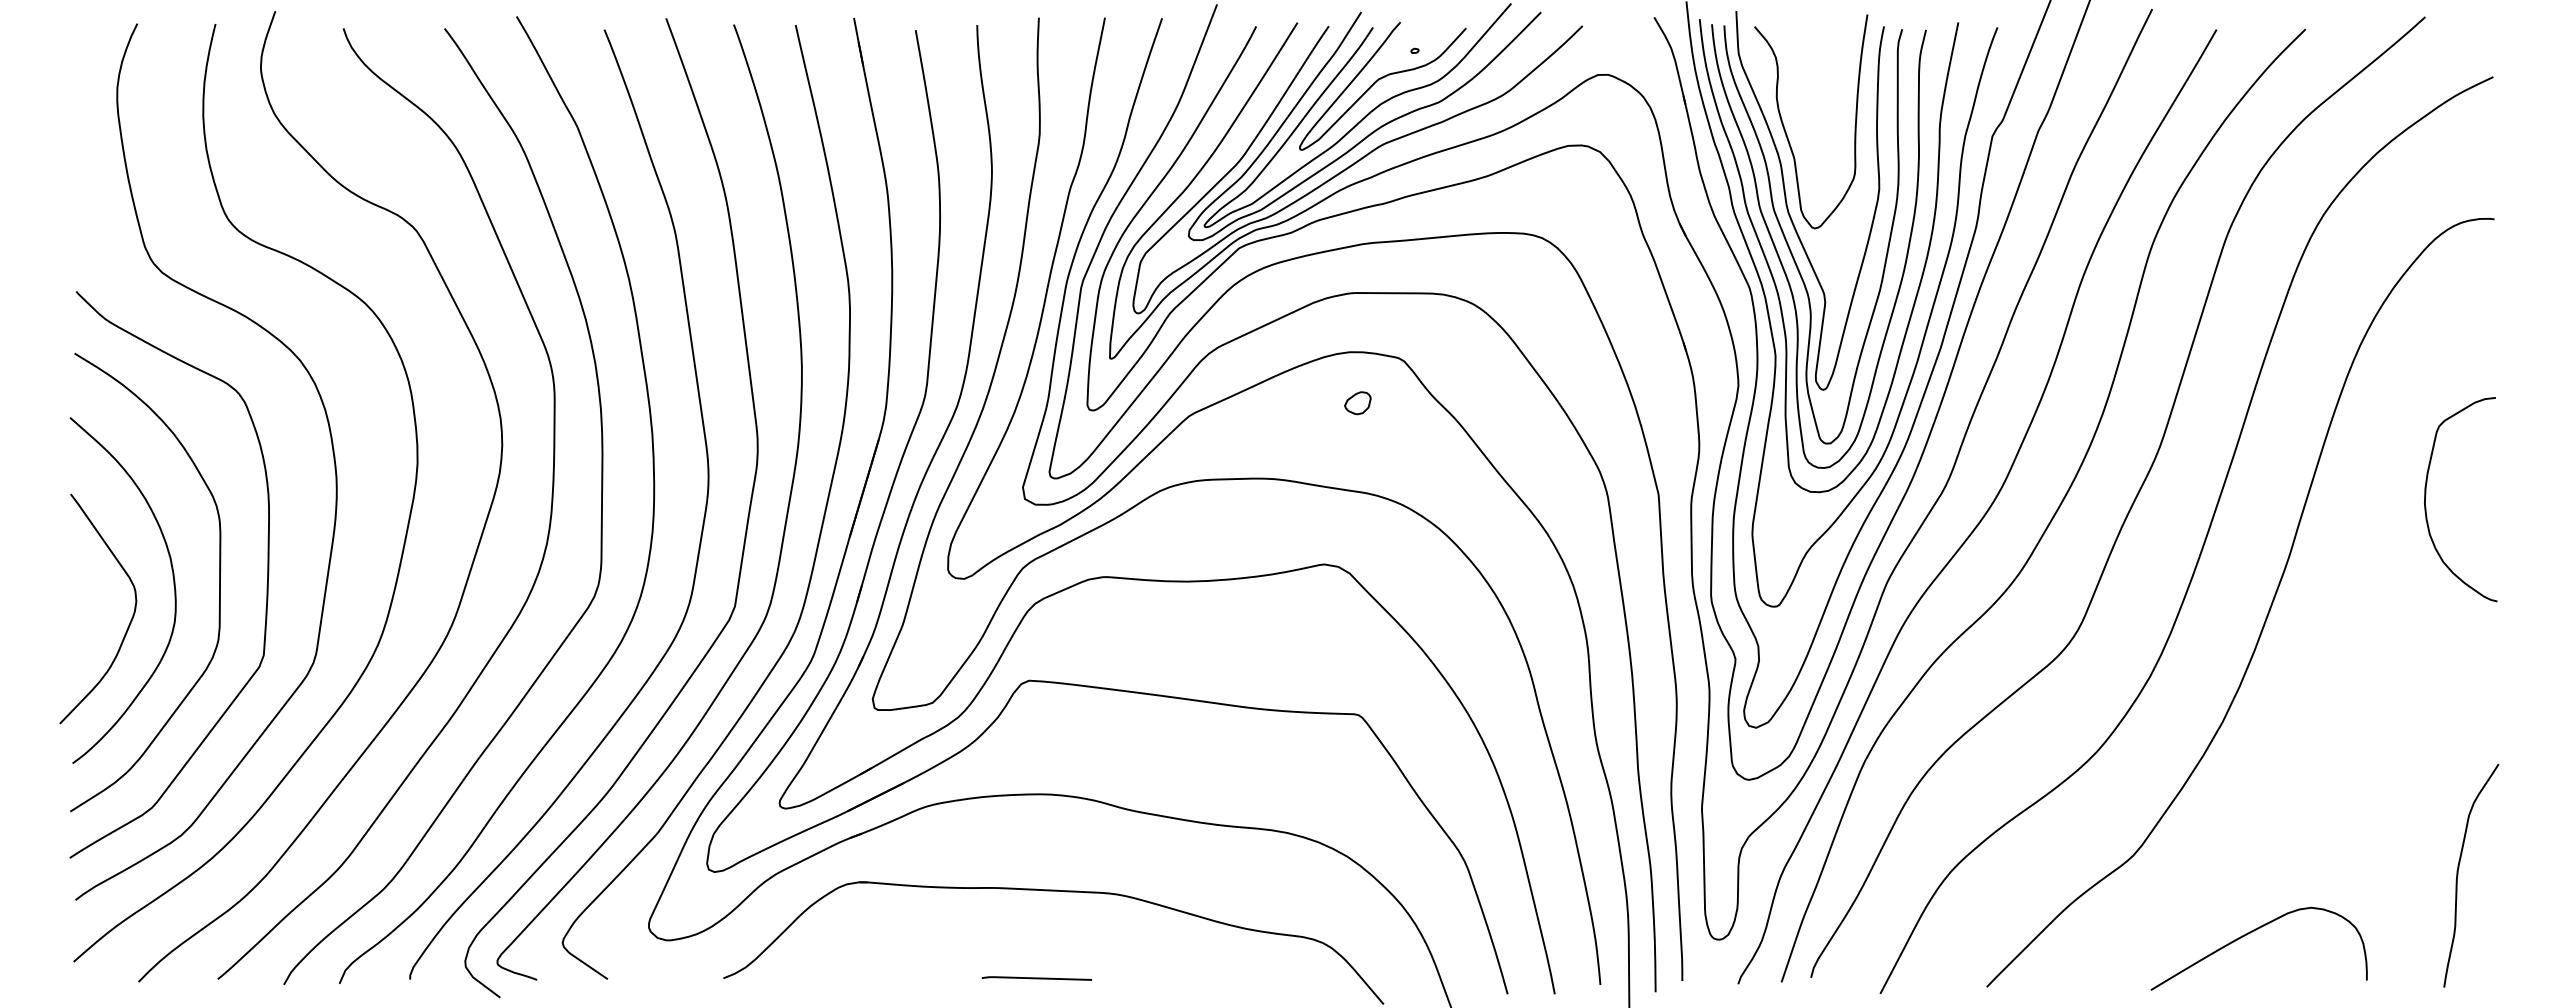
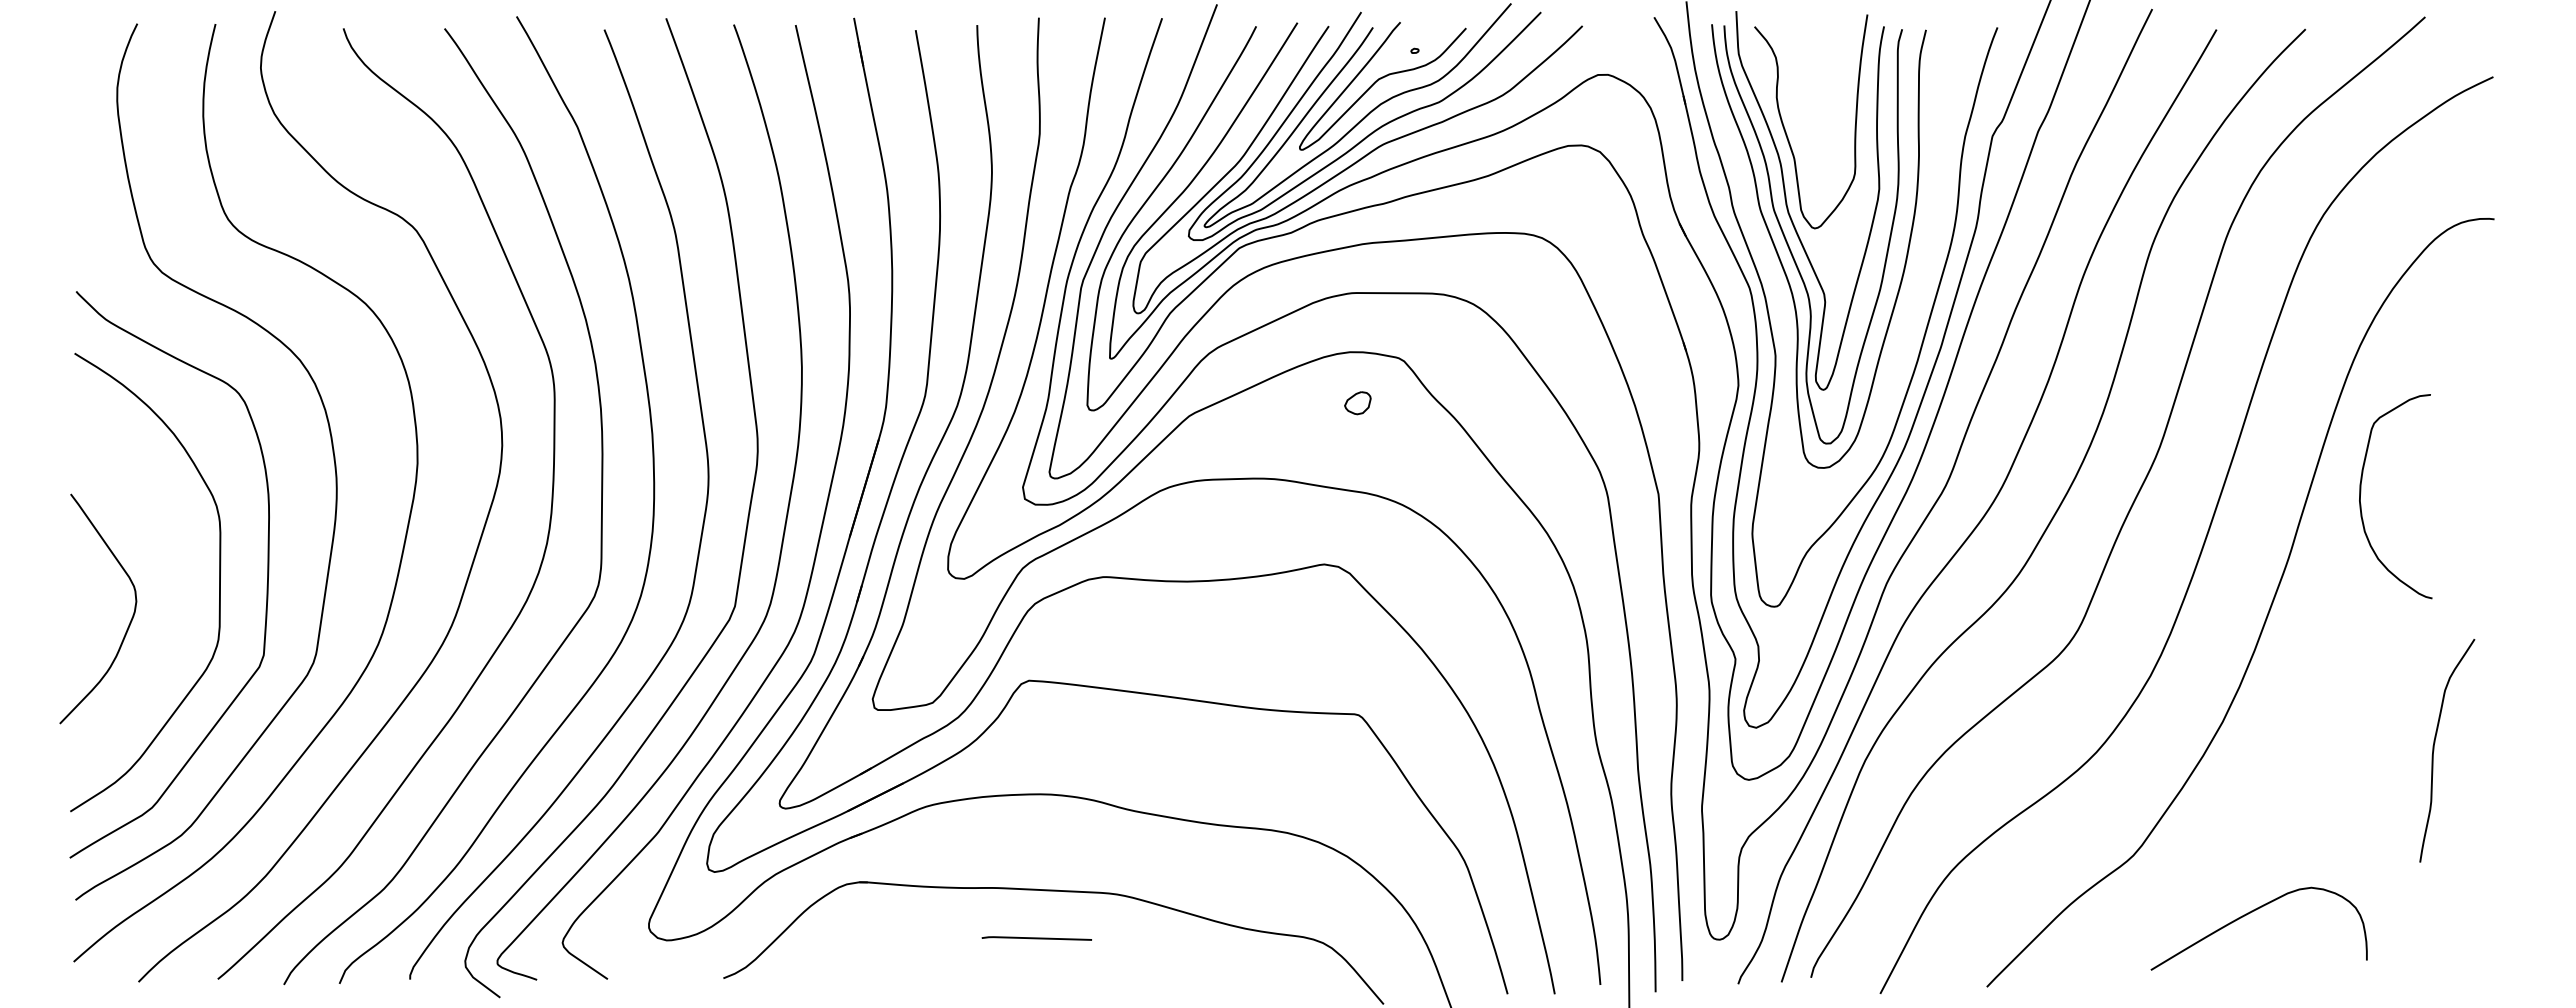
curve at (1774, 278): present -> none
curve at (2426, 496) position: (2426, 496) -> (2361, 493)
curve at (173, 585): present -> none
curve at (2458, 875) position: (2458, 875) -> (2434, 750)
curve at (2250, 933) position: (2250, 933) -> (2250, 913)
line at (1036, 978) position: (1036, 978) -> (1036, 938)
